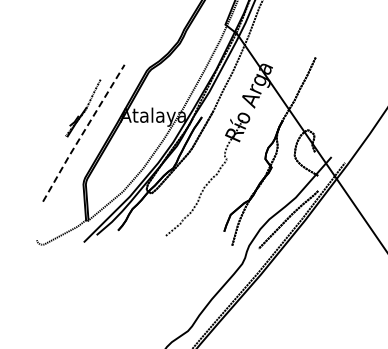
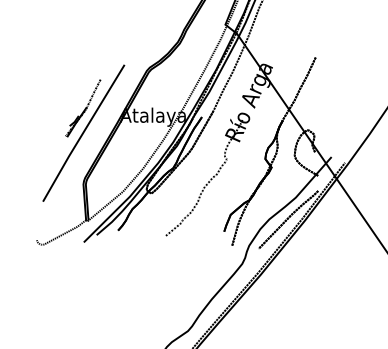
line at (82, 133): dashed -> solid
